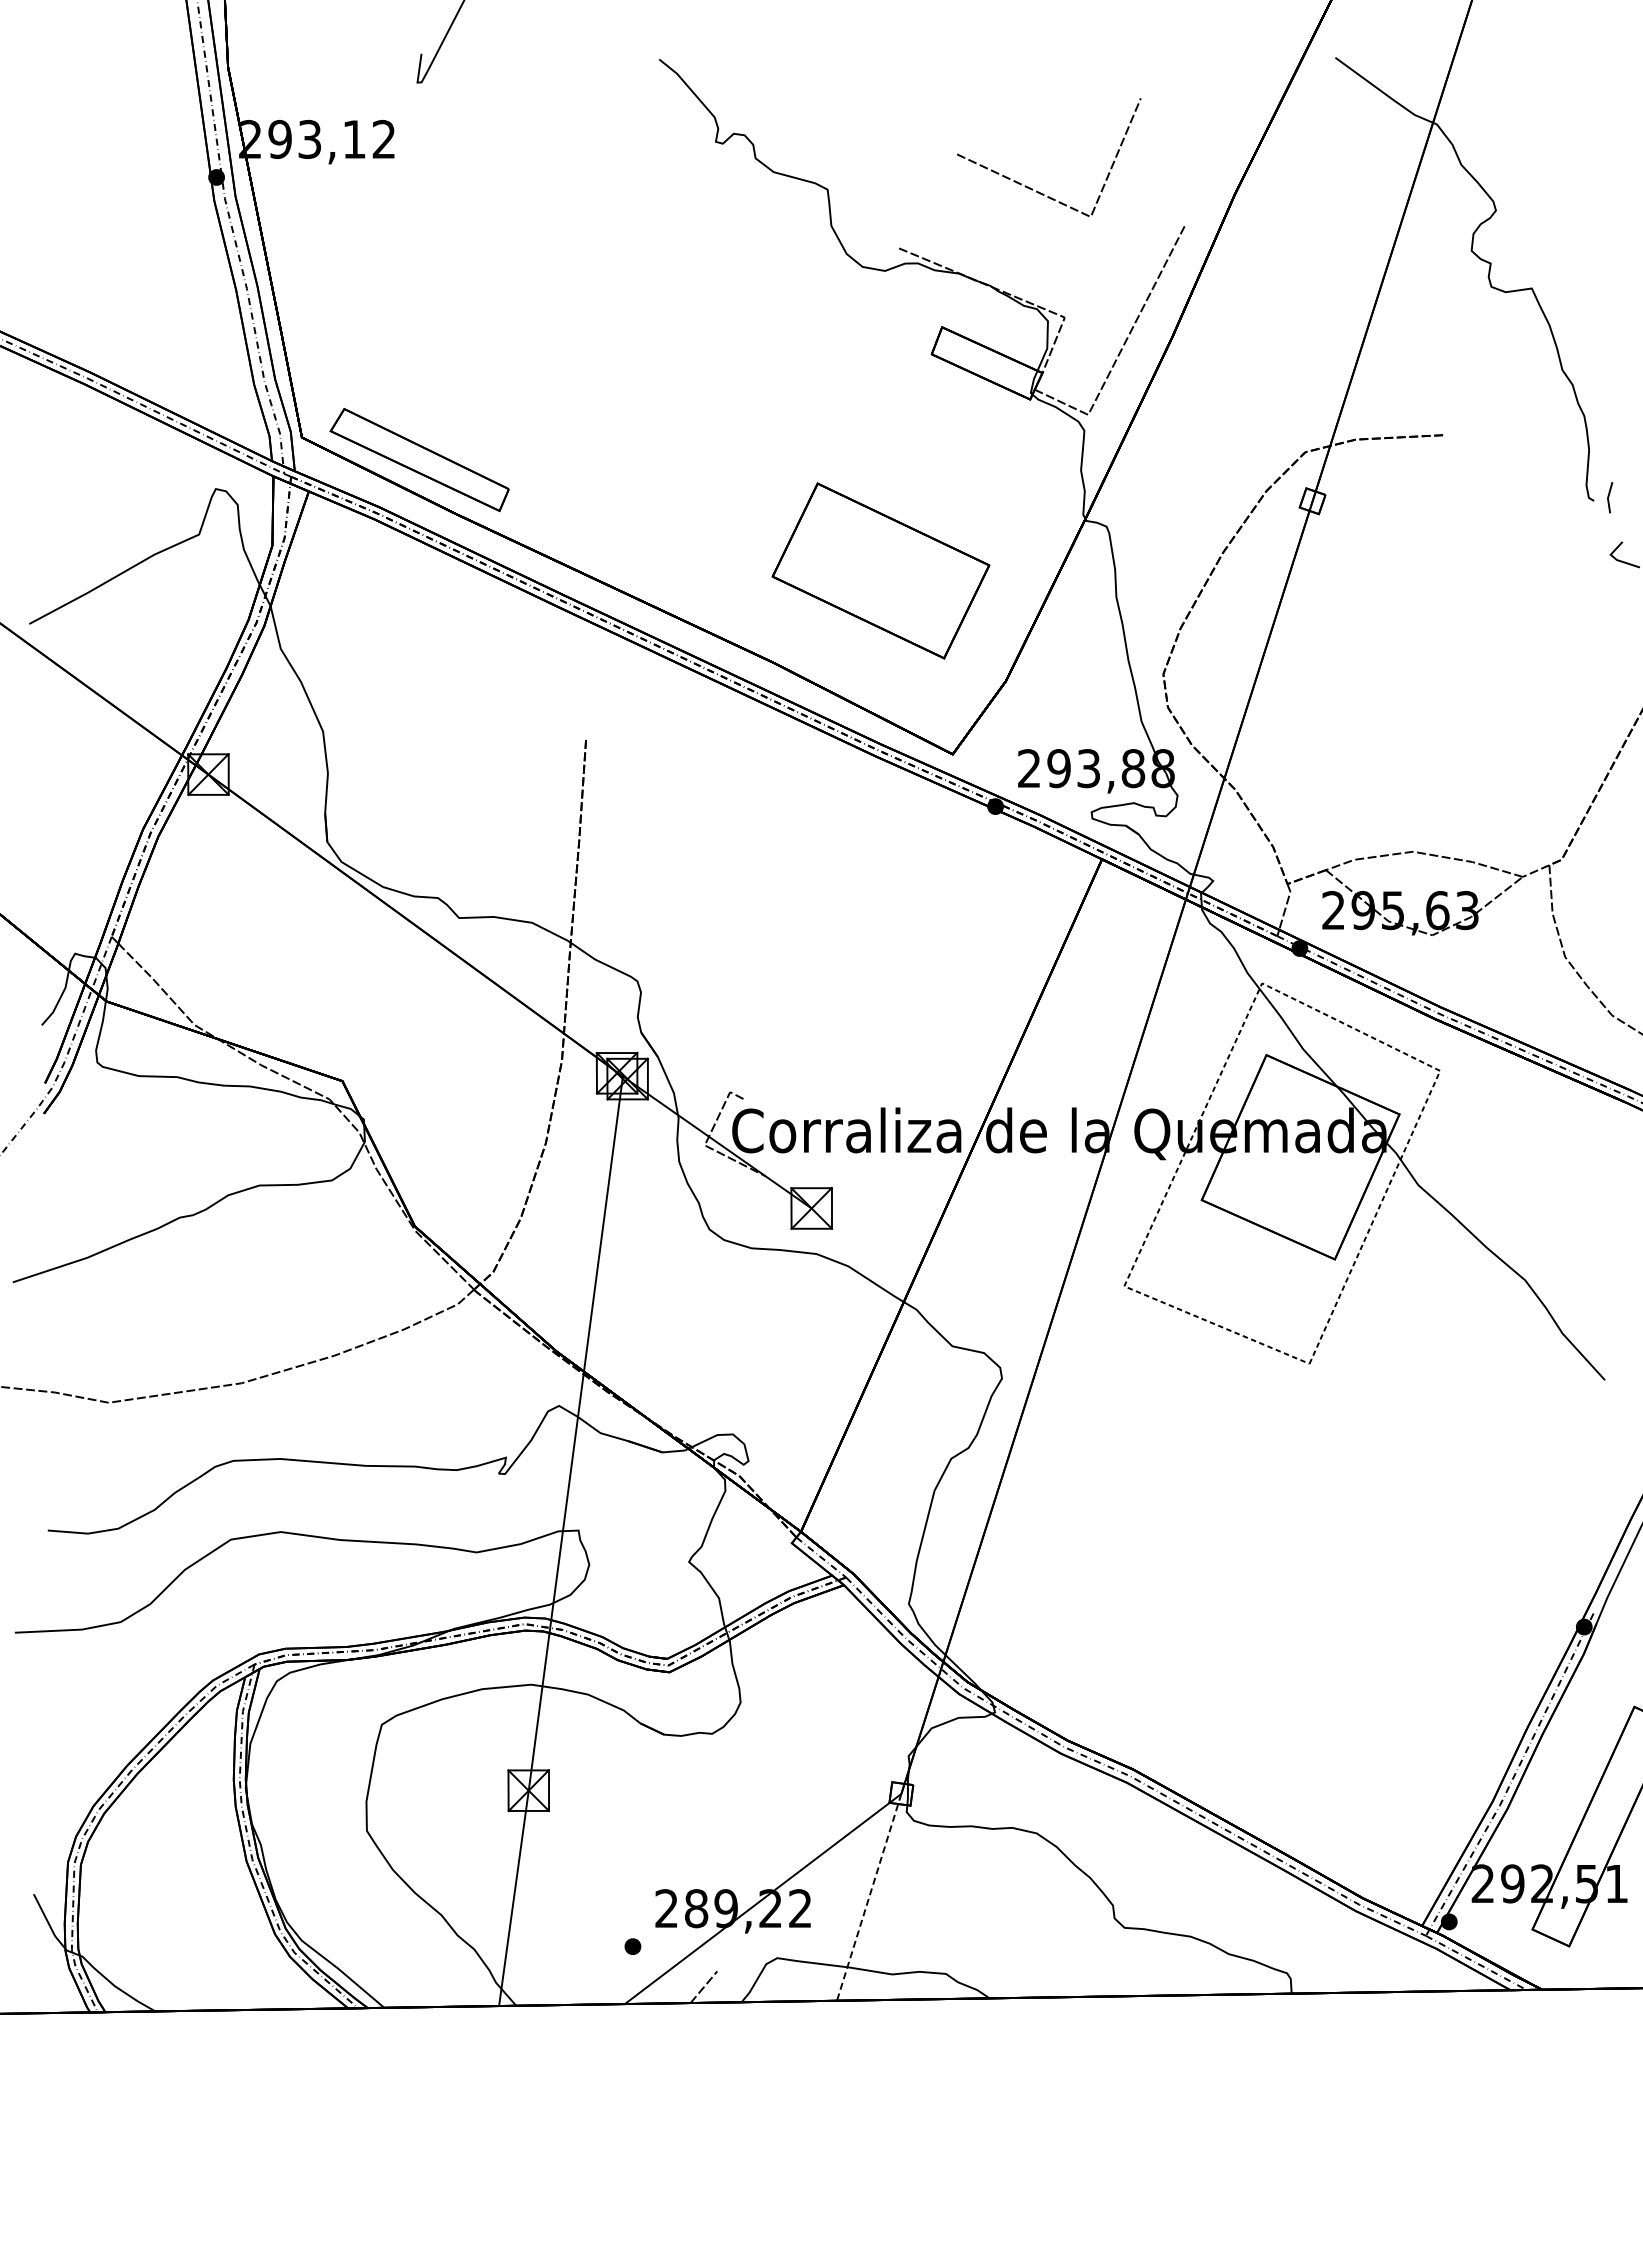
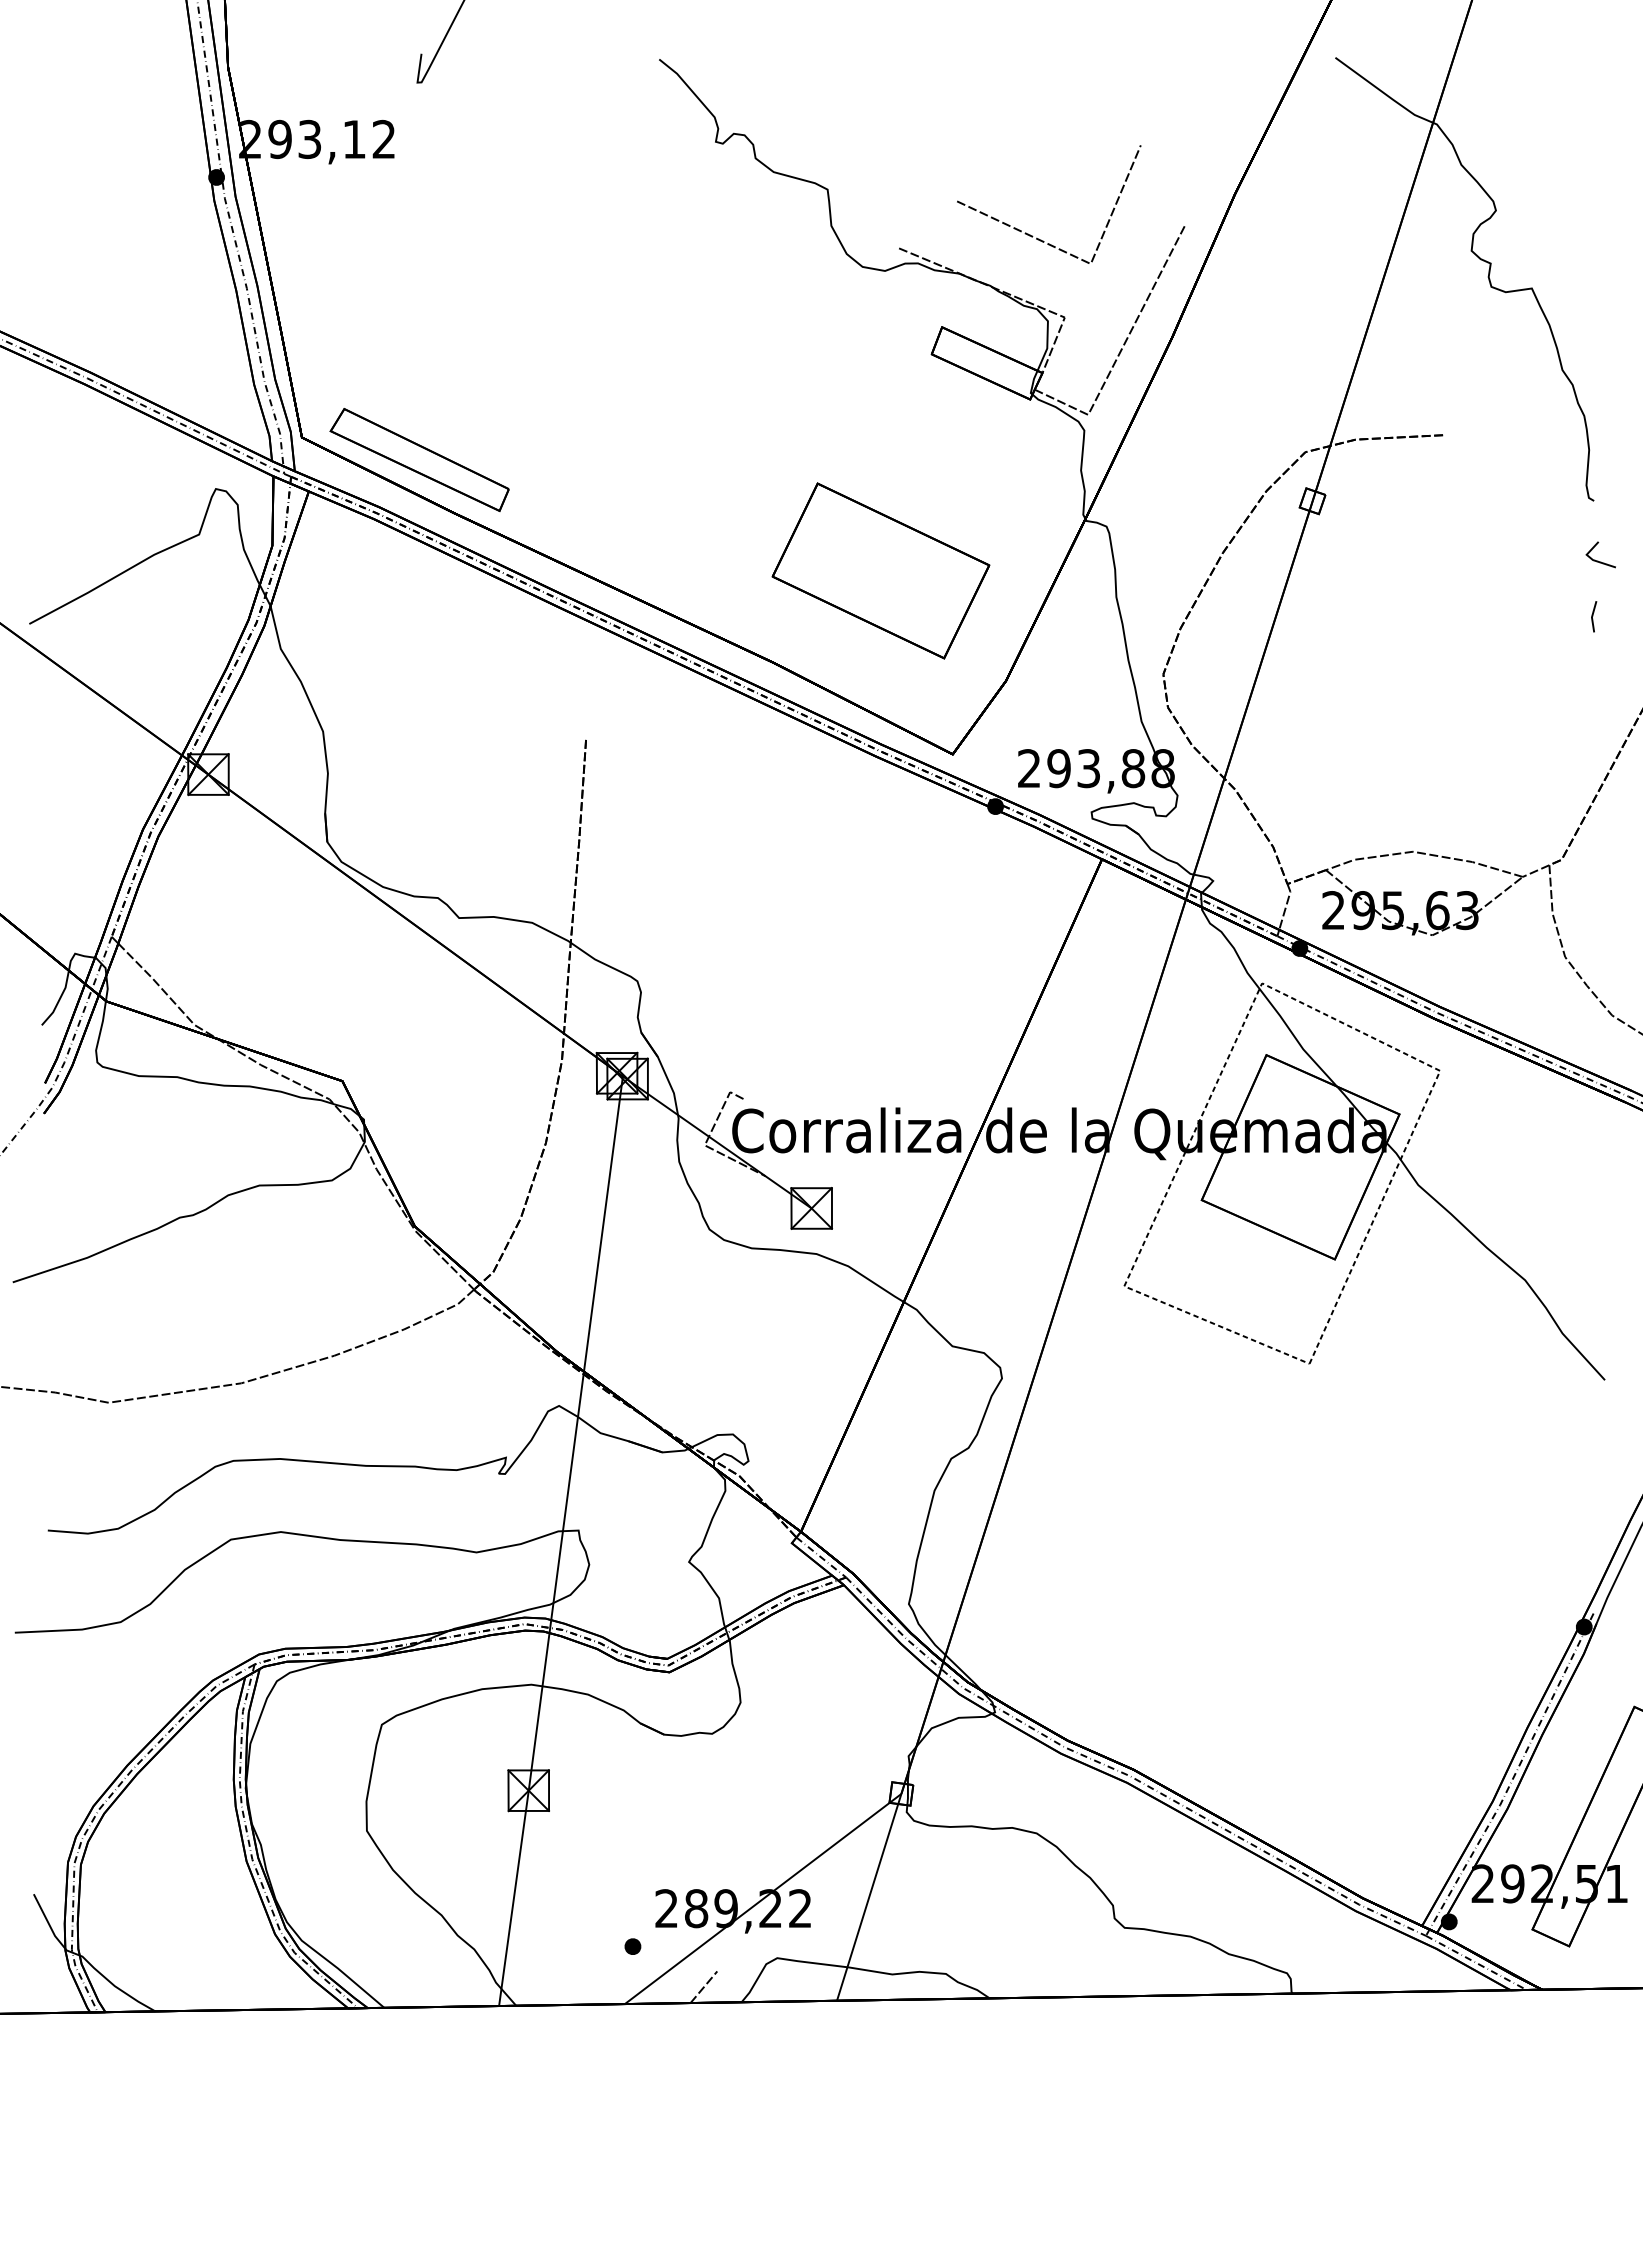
line at (1032, 188) position: (1032, 188) -> (1032, 235)
line at (1609, 497) position: (1609, 497) -> (1593, 616)
line at (1622, 560) position: (1622, 560) -> (1598, 560)
line at (869, 1897): dashed -> solid
